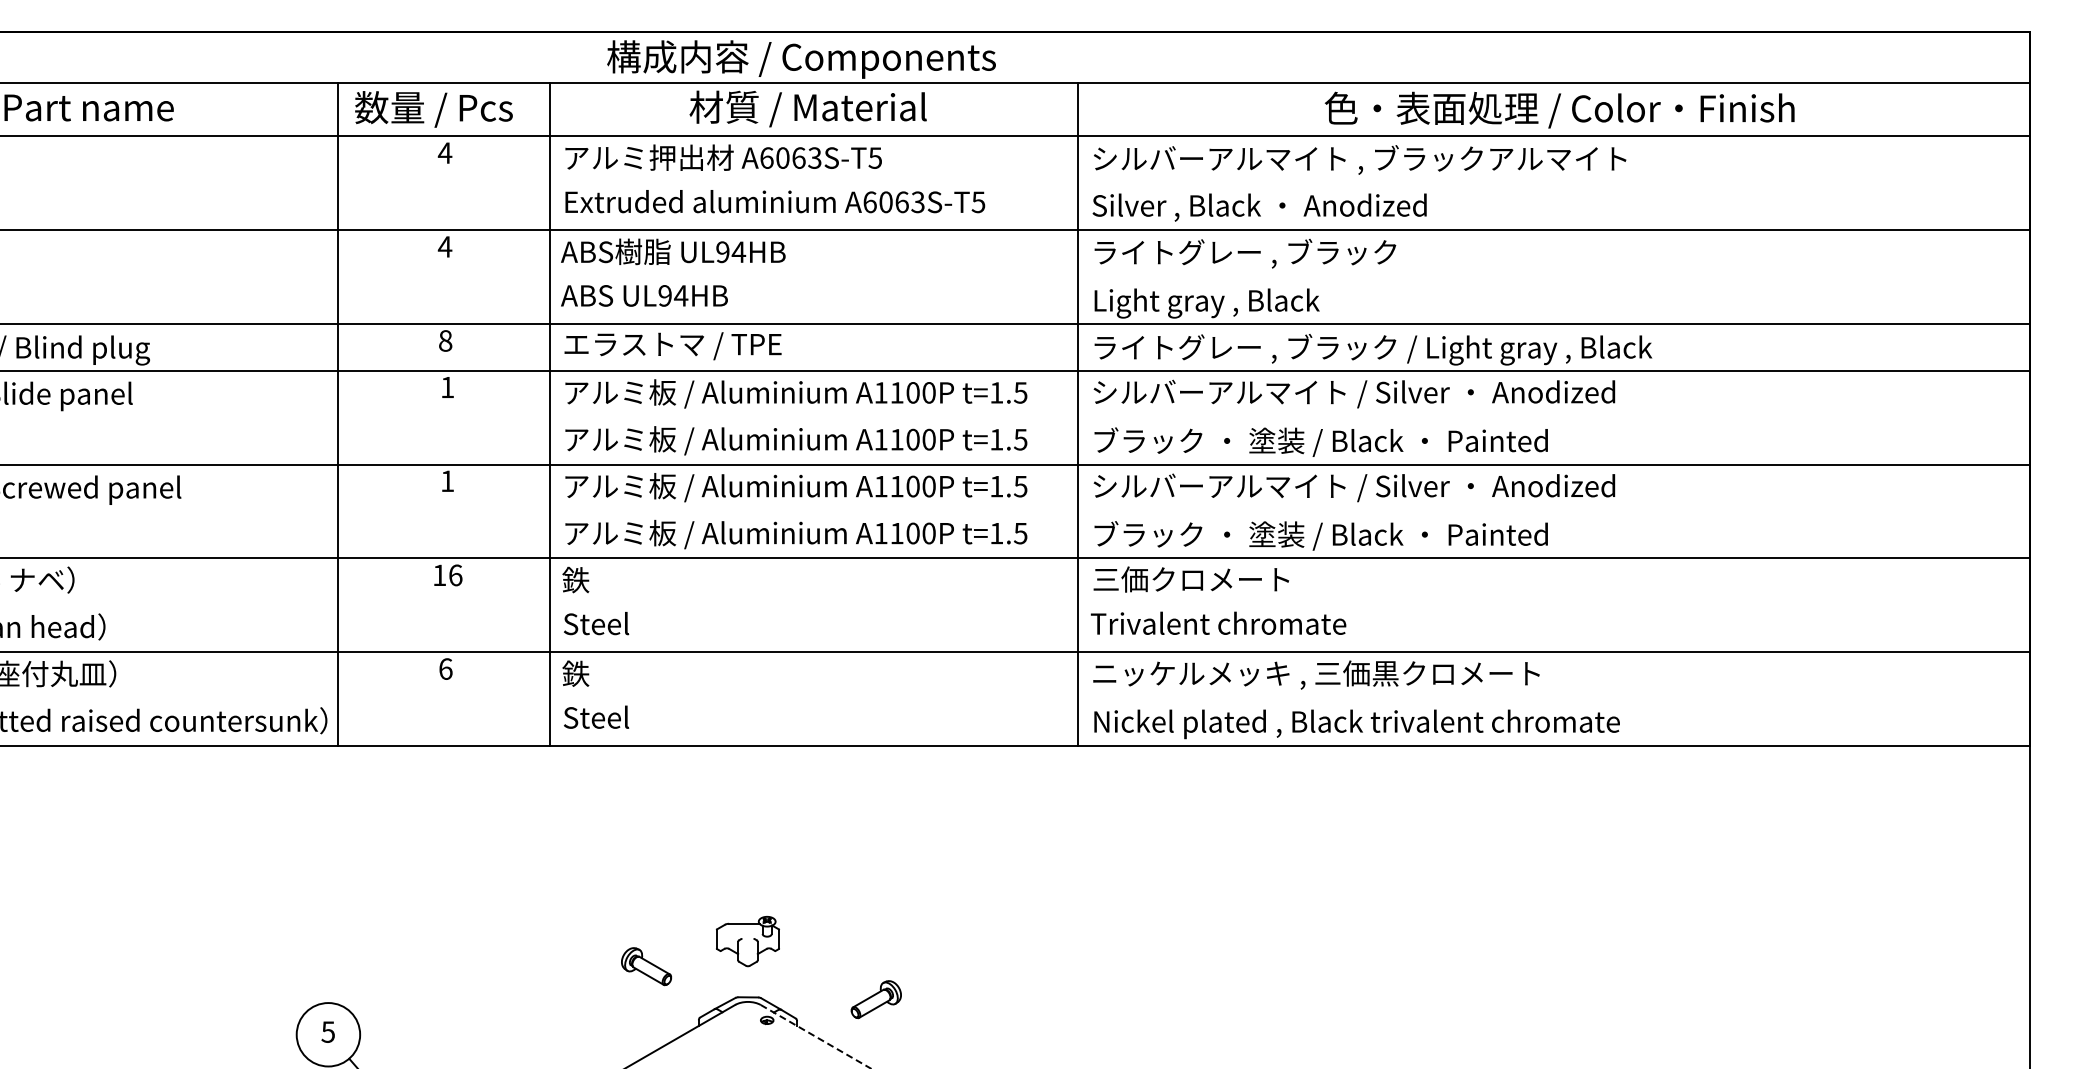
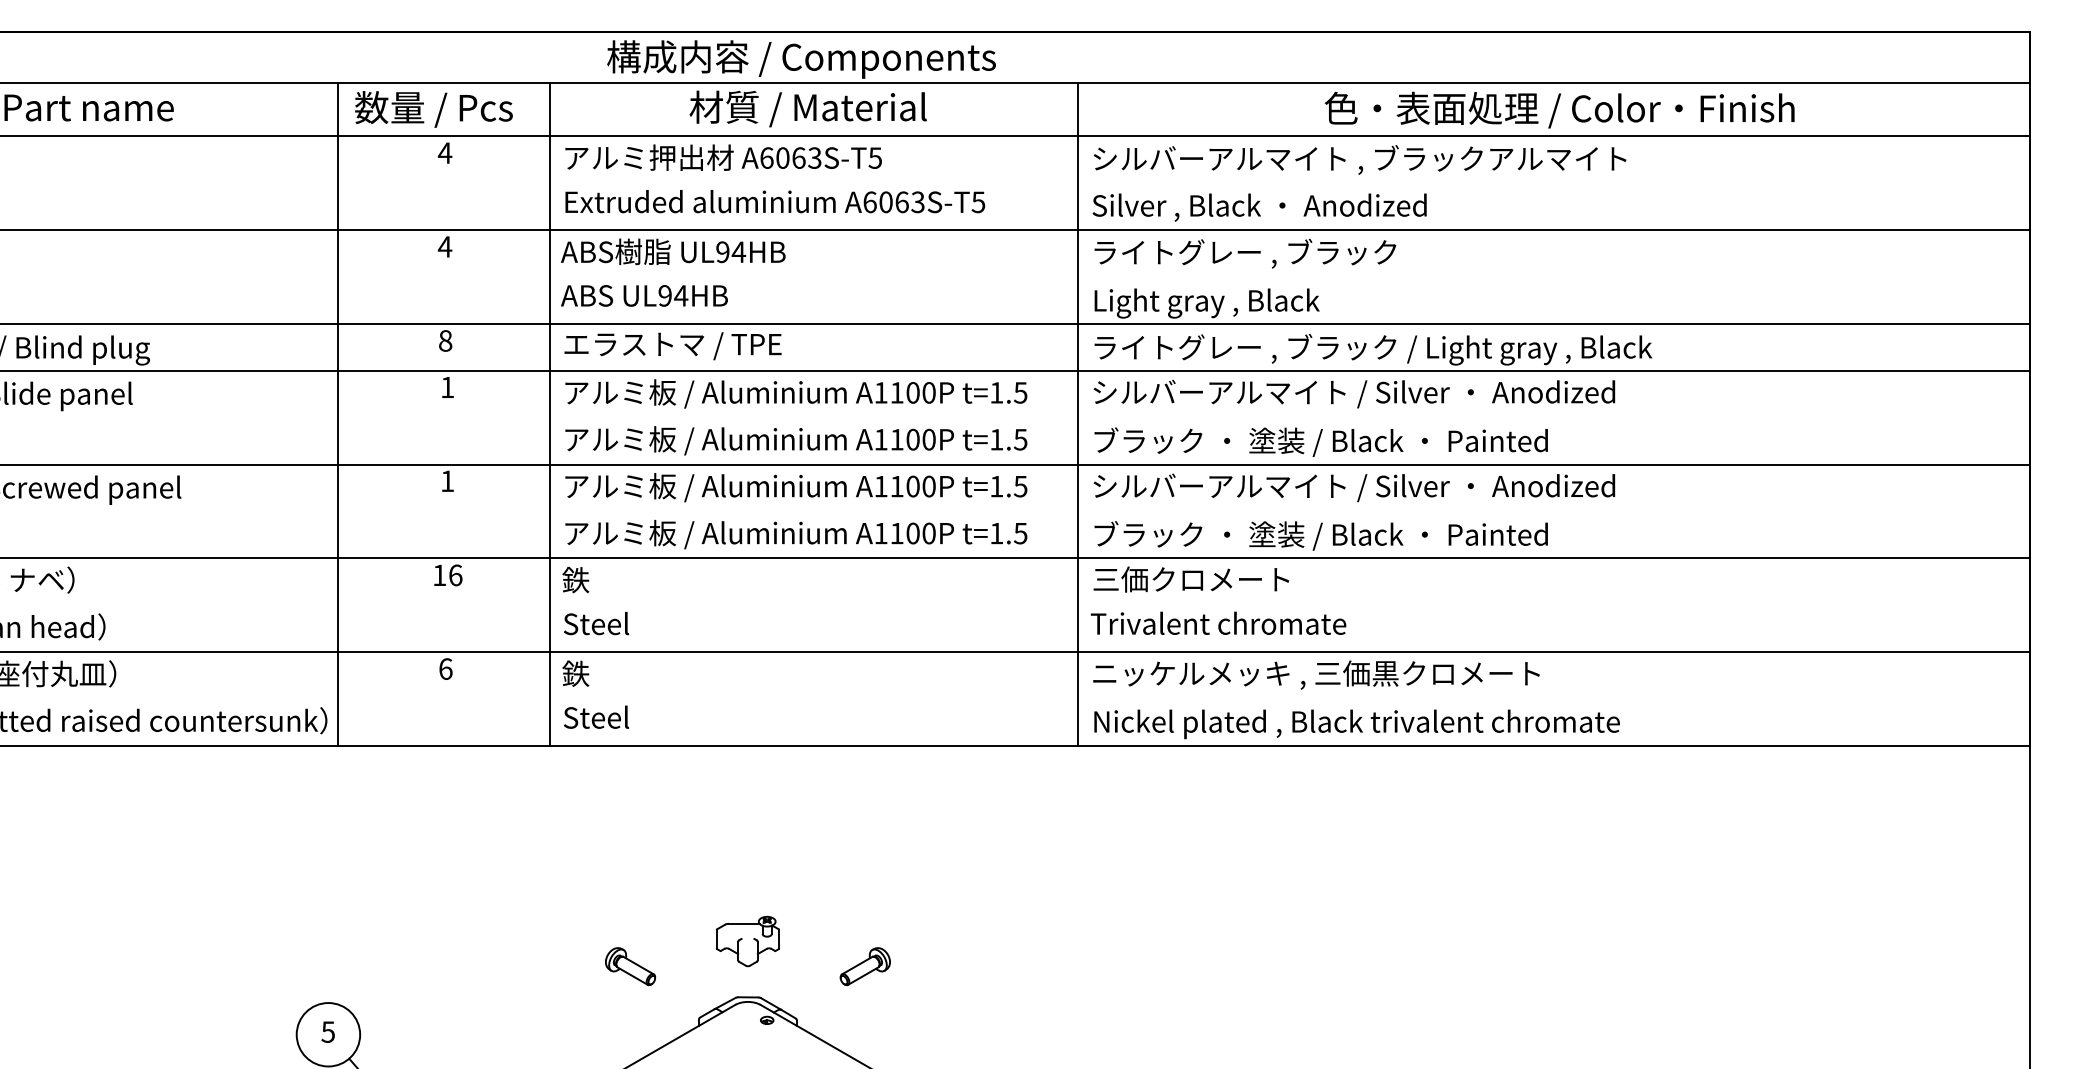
part at (646, 966) position: (646, 966) -> (630, 966)
part at (875, 999) position: (875, 999) -> (864, 966)
line at (816, 1036): dashed -> solid
